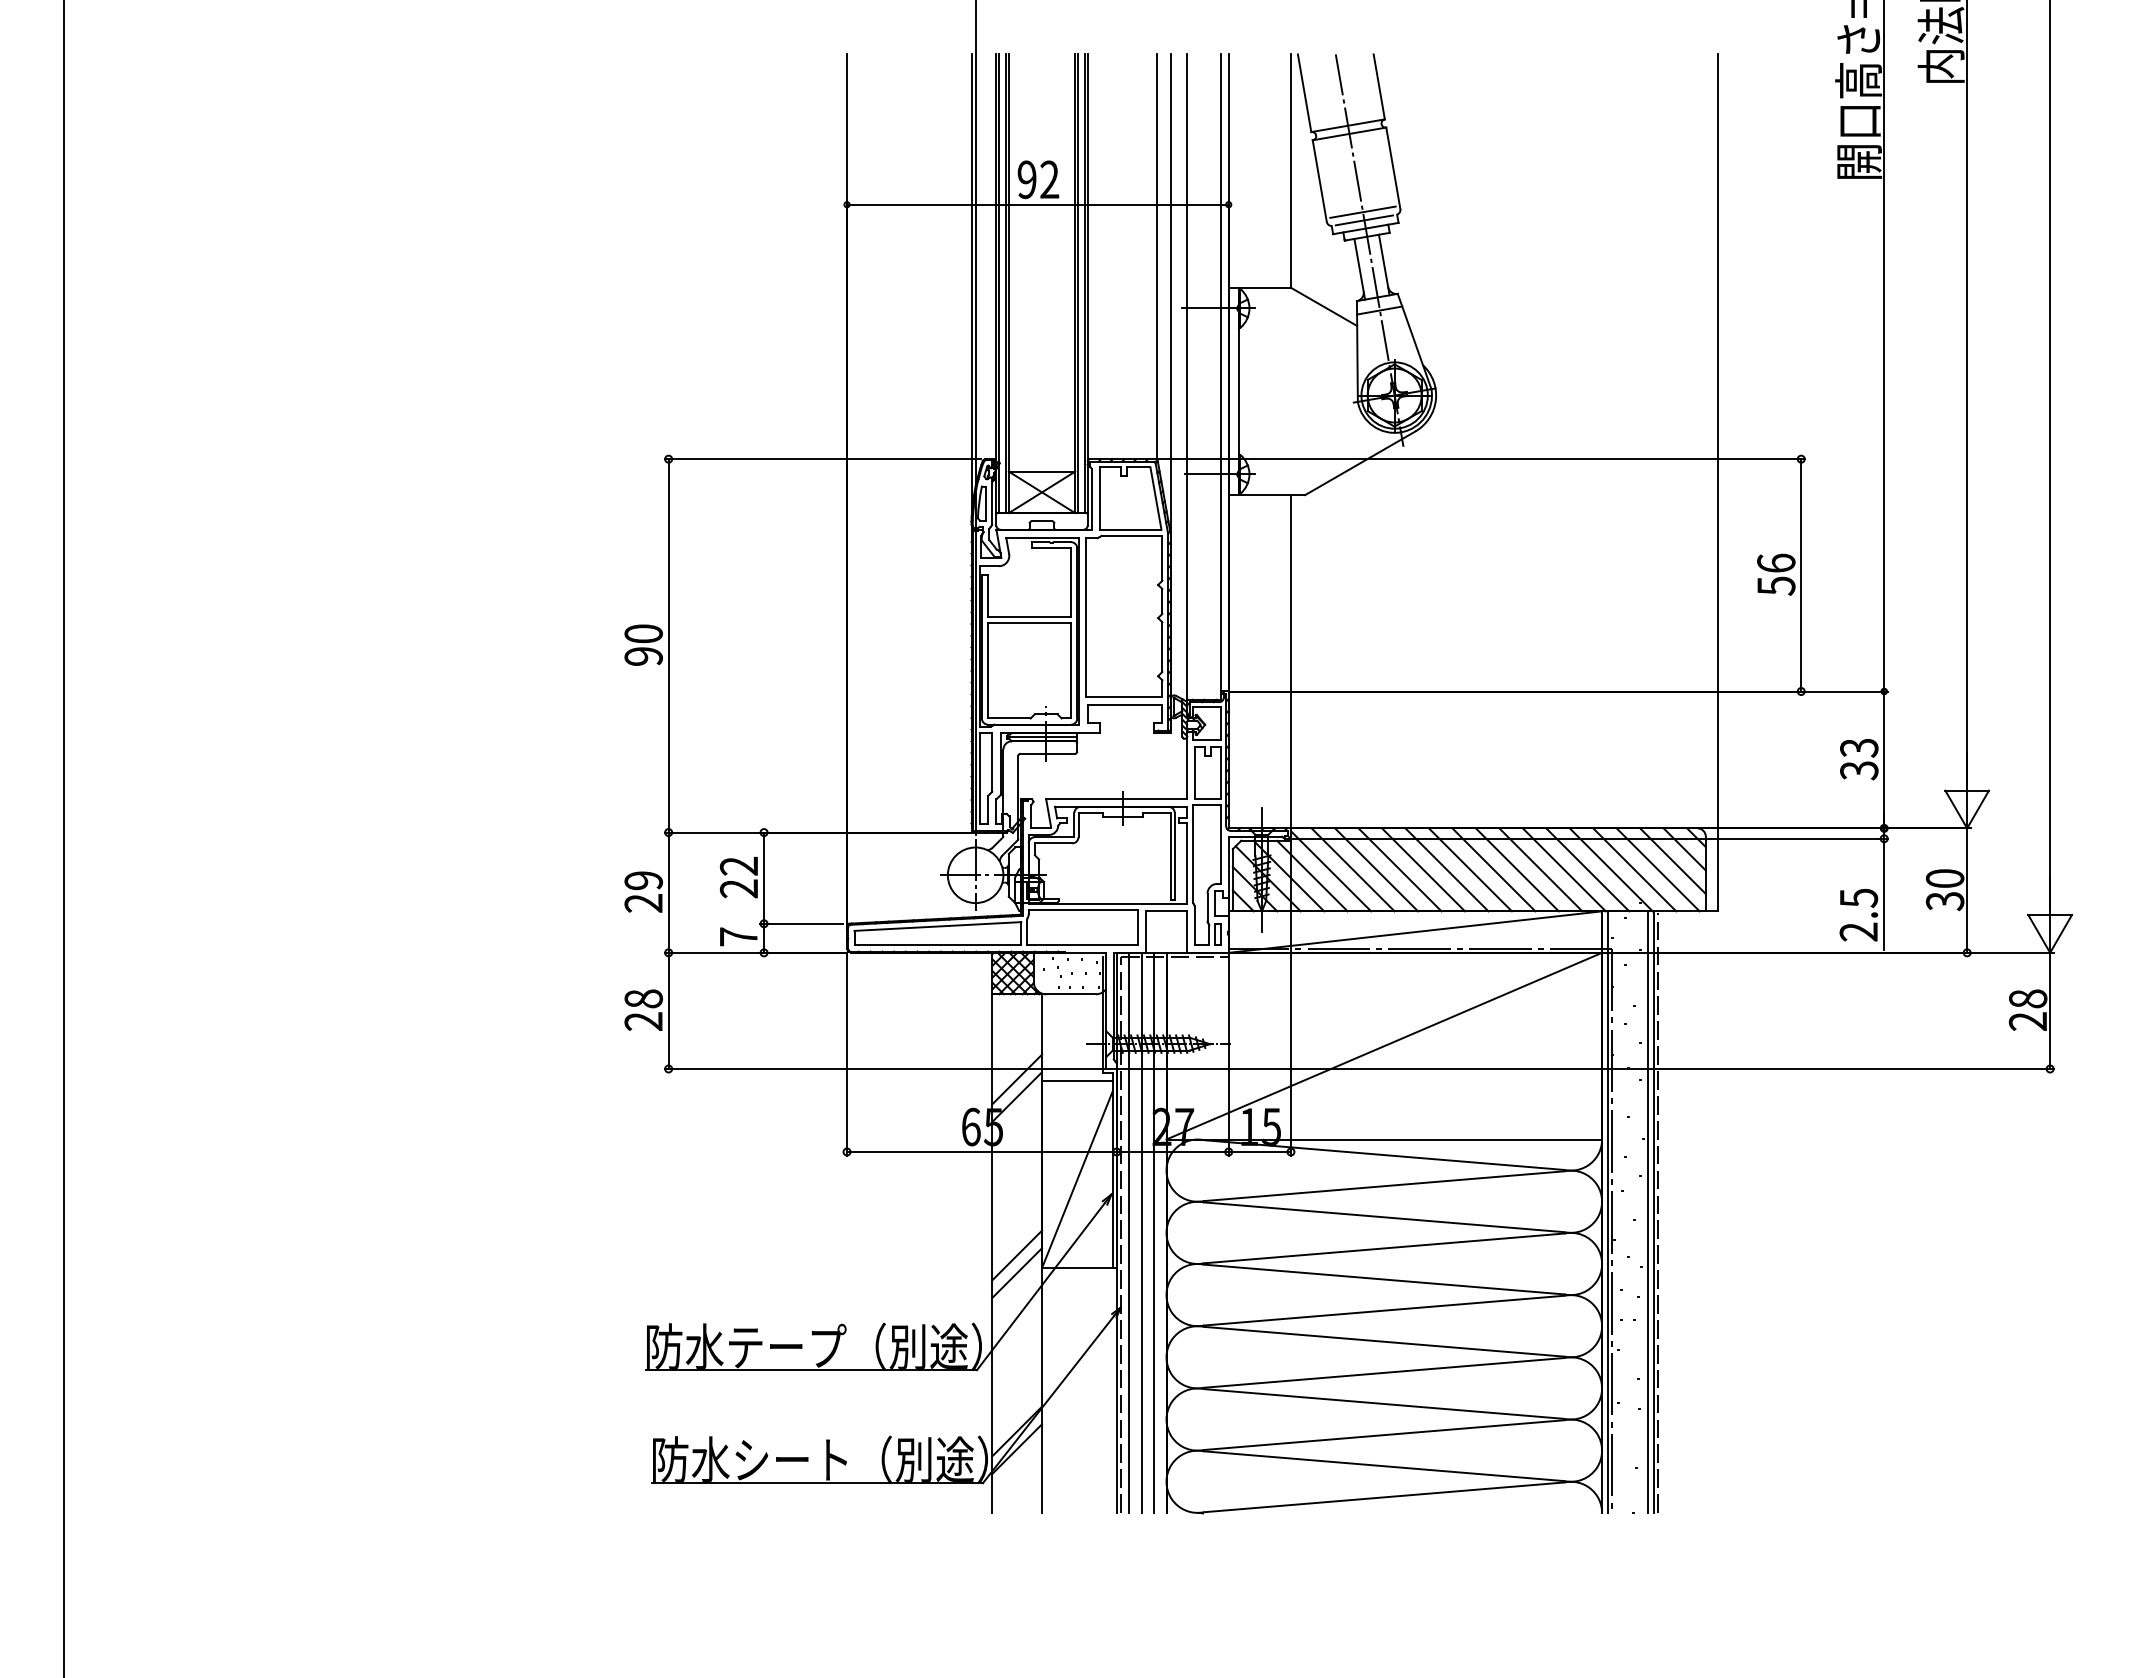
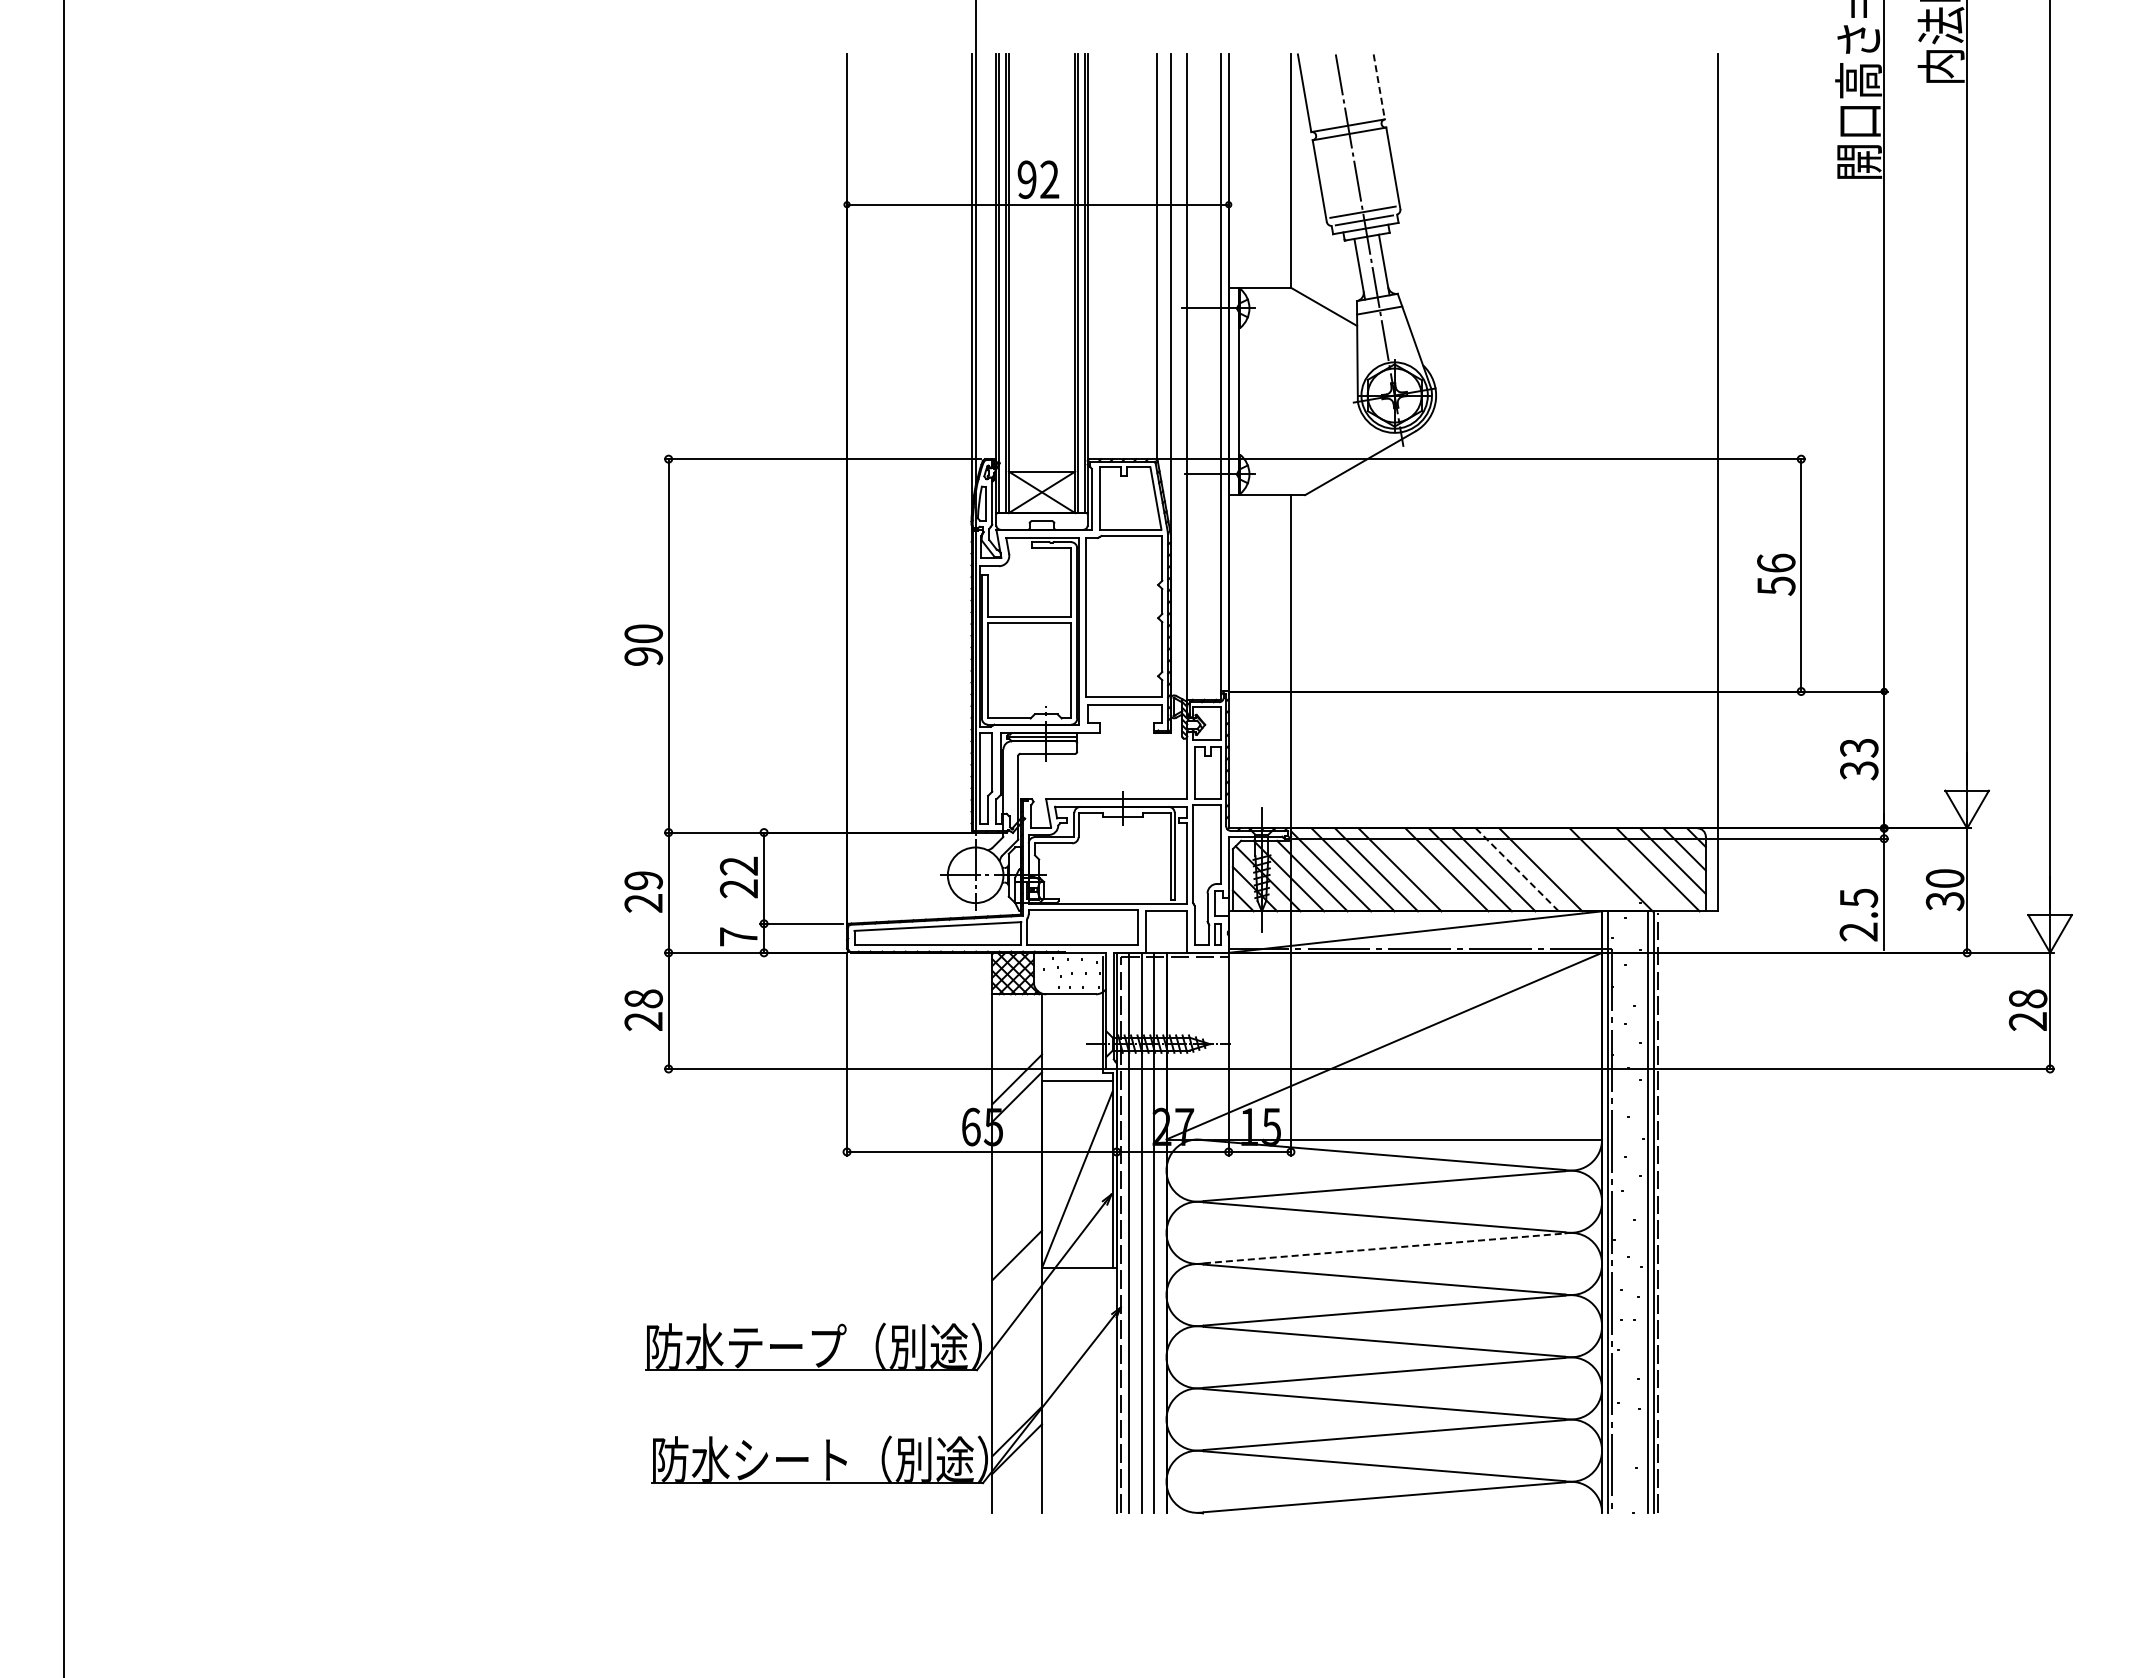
line at (1379, 86): solid -> dashed
line at (1423, 869): present -> none
line at (1517, 869): solid -> dashed
line at (1563, 869): present -> none
line at (1587, 869): present -> none
line at (1634, 869): present -> none
line at (1384, 1248): solid -> dashed
line at (1017, 1273): present -> none
